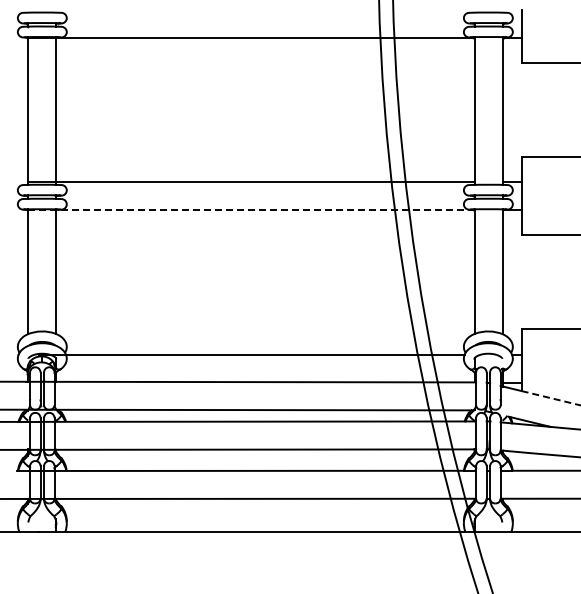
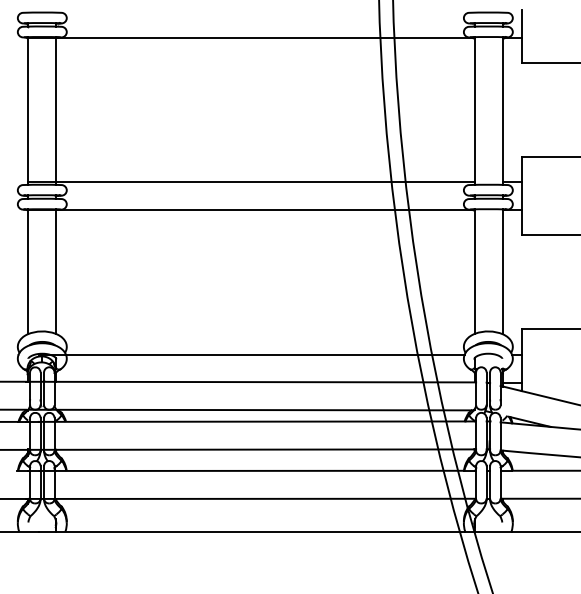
line at (251, 210): dashed -> solid
line at (551, 398): dashed -> solid
